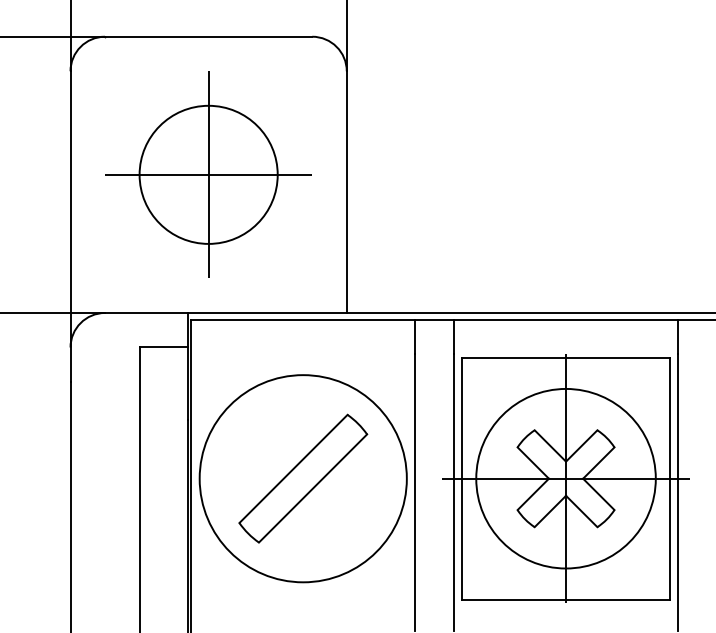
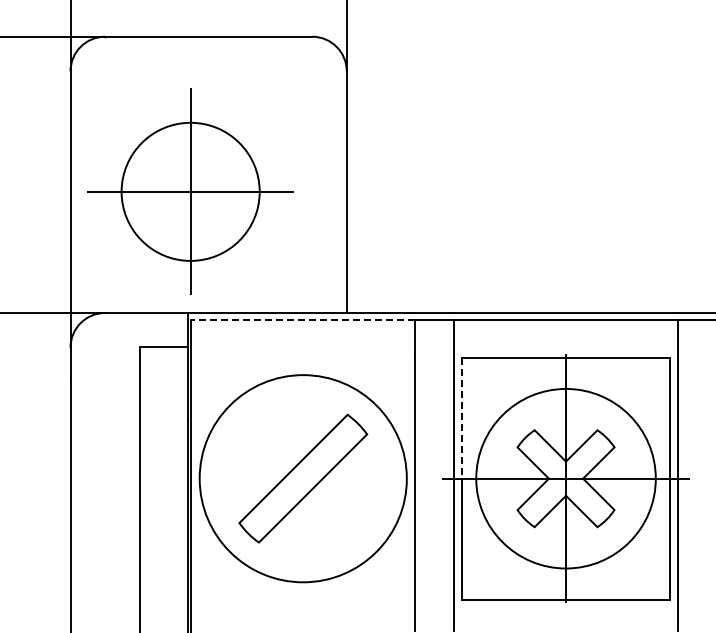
part at (208, 174) position: (208, 174) -> (190, 191)
line at (303, 319): solid -> dashed
line at (462, 418): solid -> dashed
